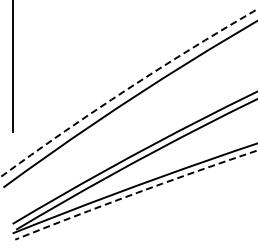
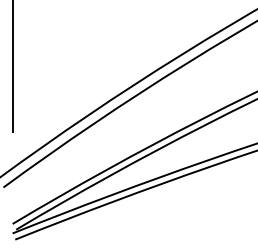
arc at (127, 89): dashed -> solid
arc at (135, 193): dashed -> solid
